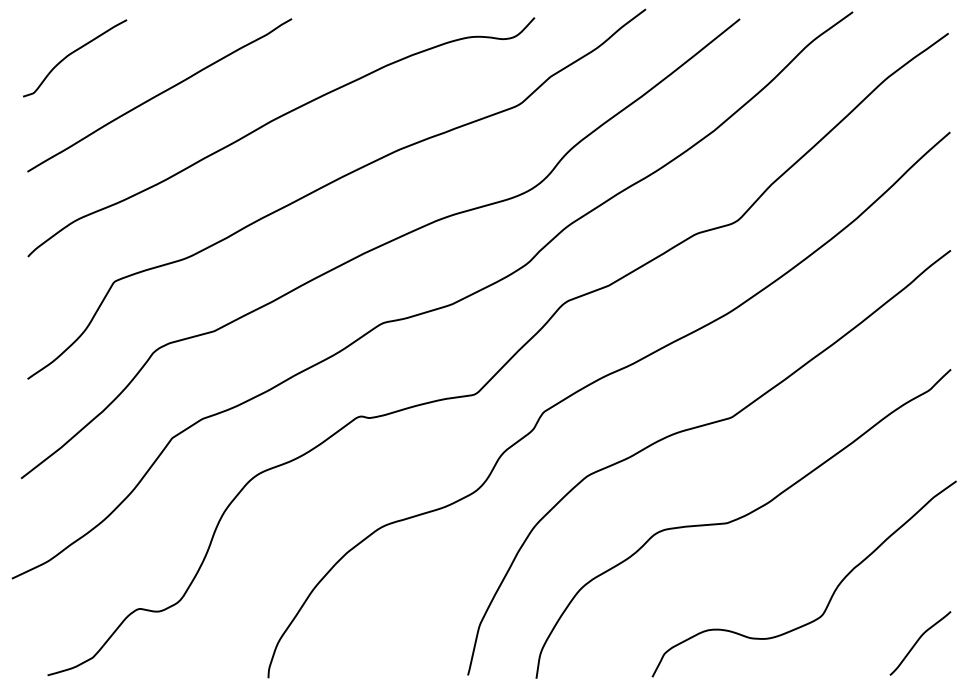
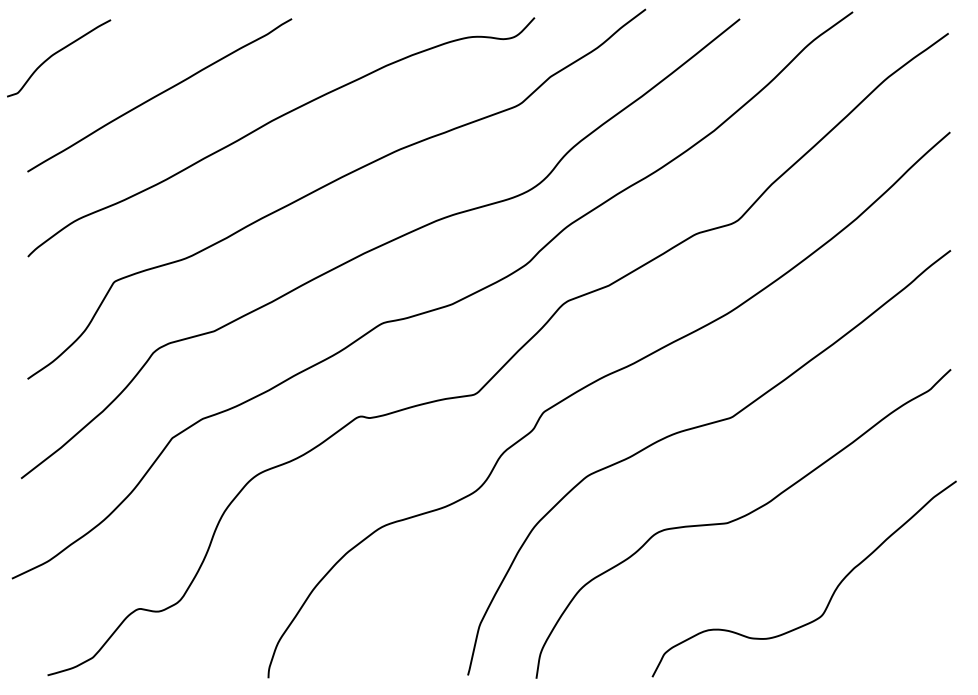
curve at (73, 53) position: (73, 53) -> (57, 53)
curve at (918, 641): present -> none
